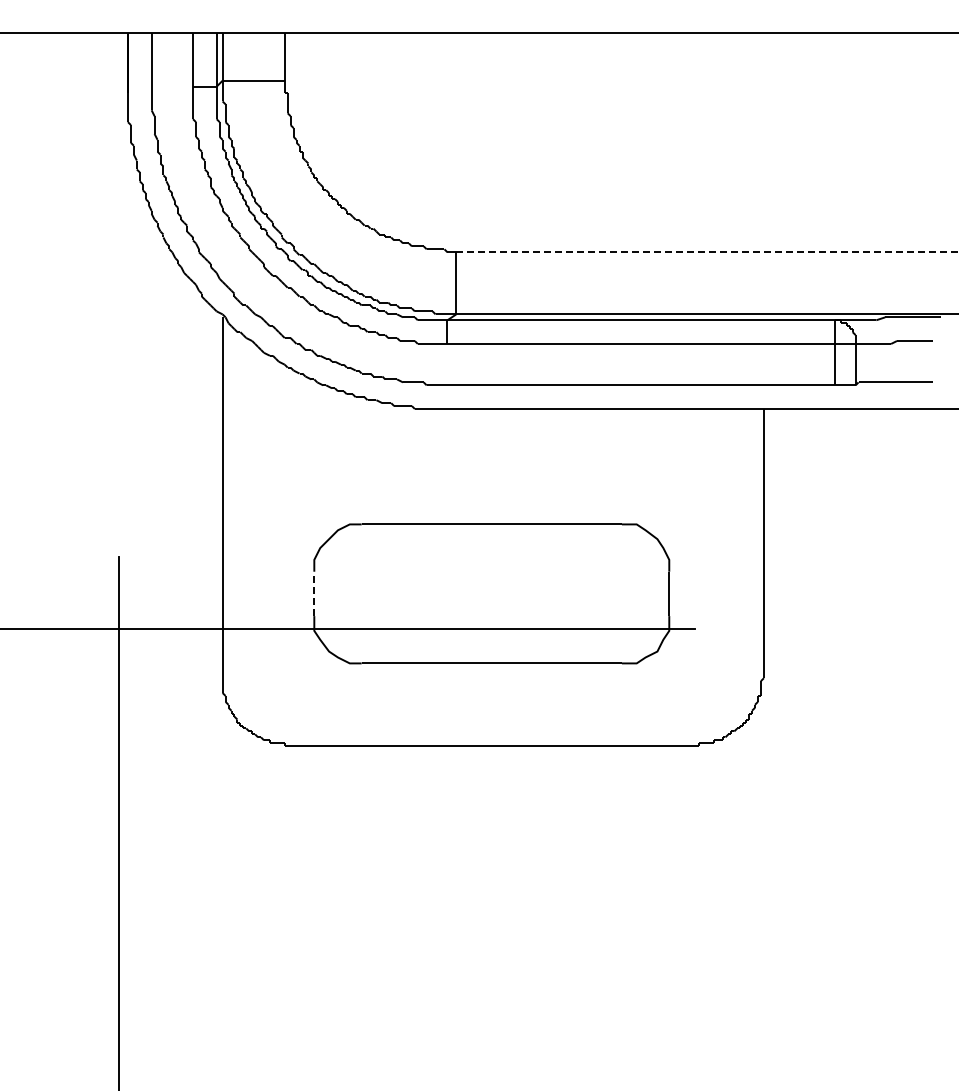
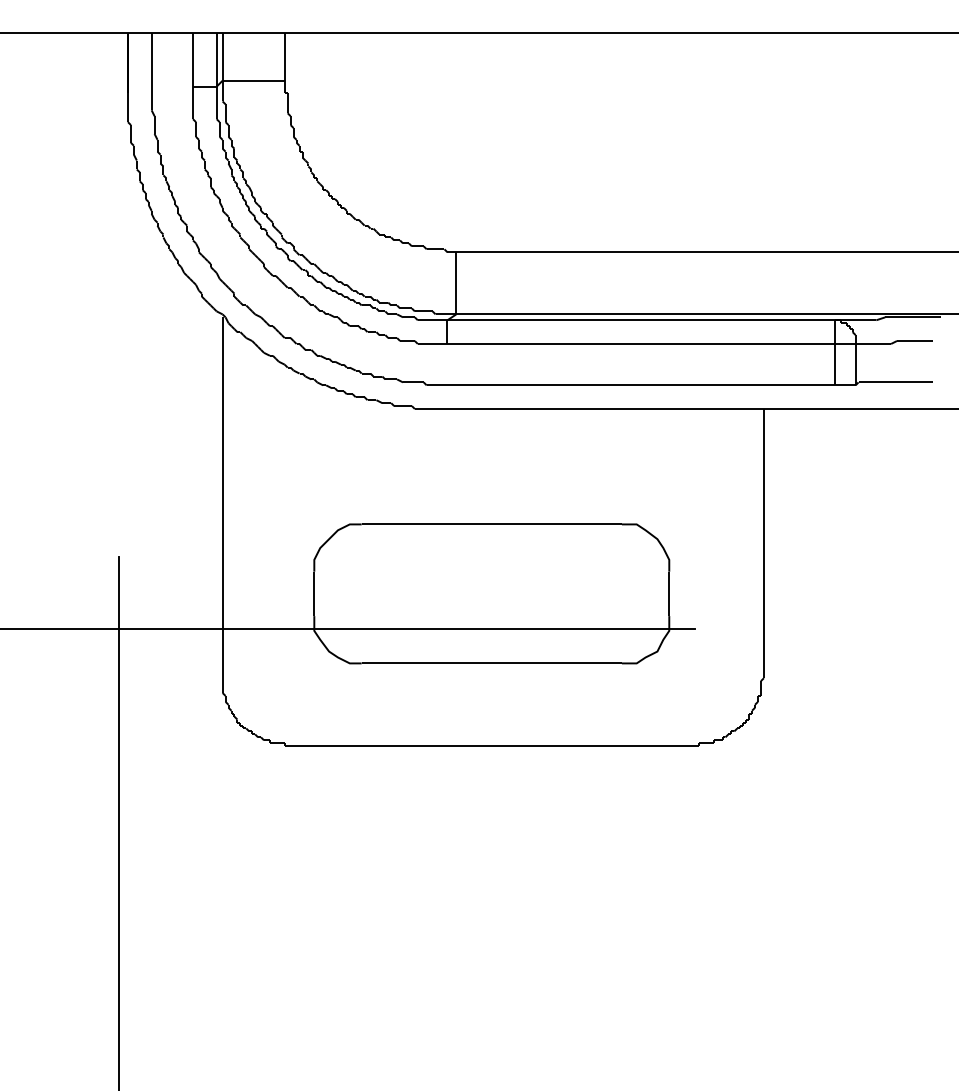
line at (707, 252): dashed -> solid
line at (314, 593): dashed -> solid
